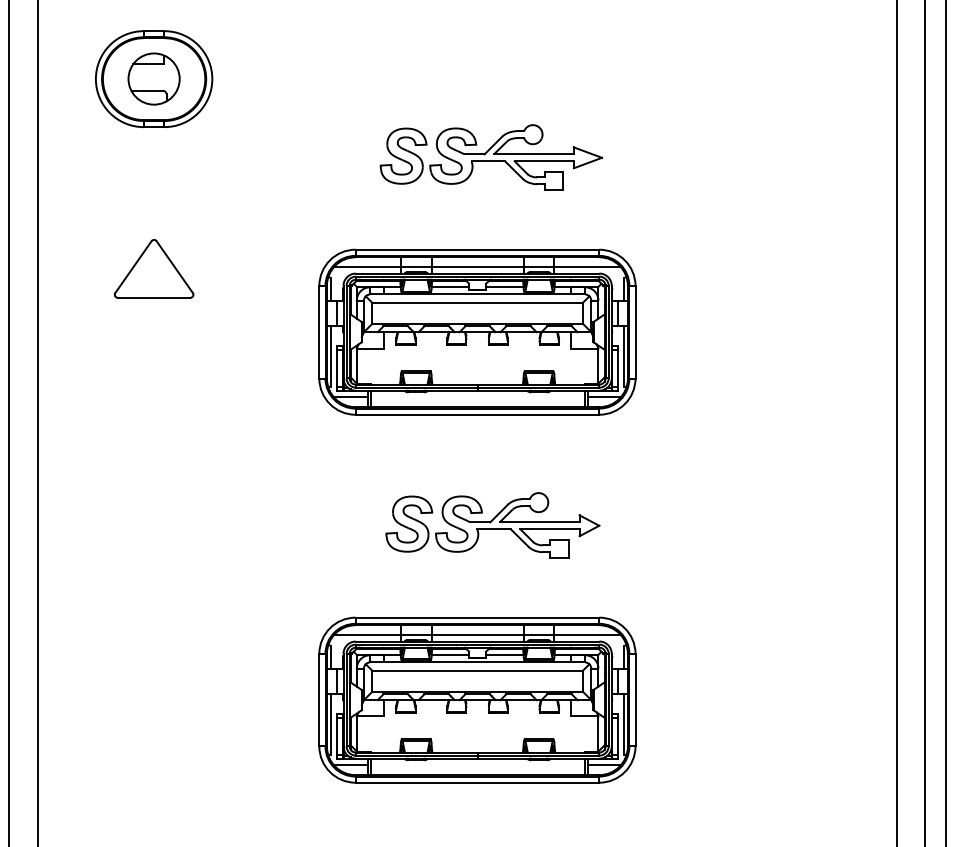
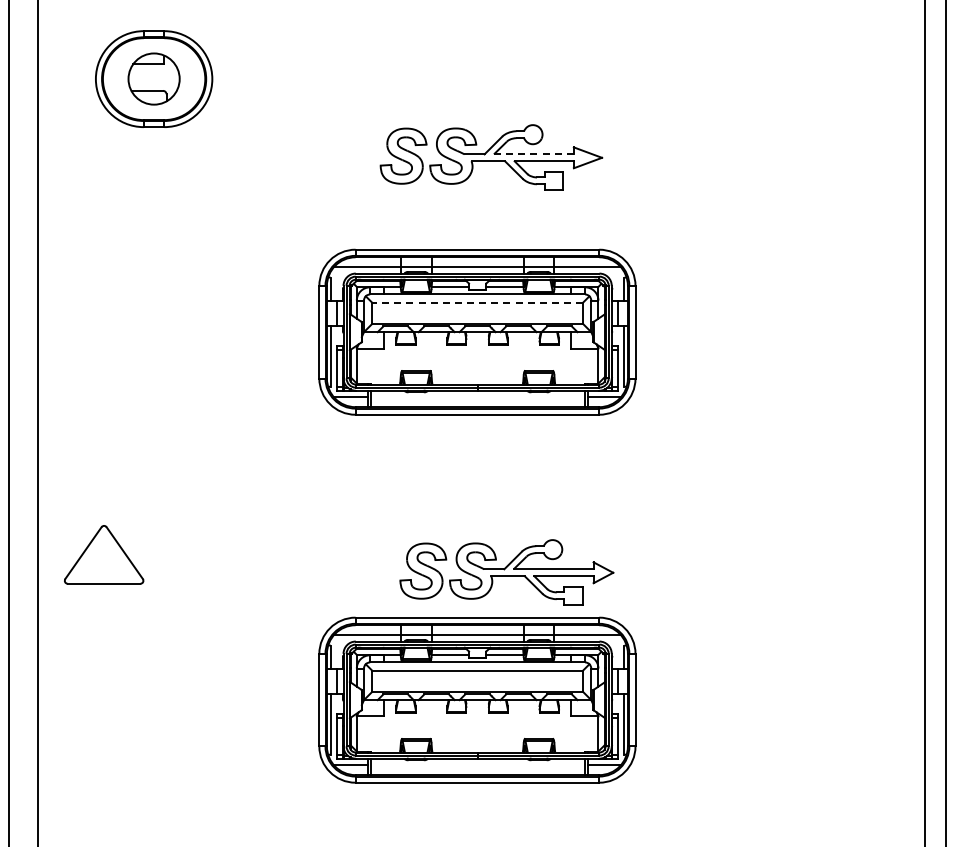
line at (533, 154): solid -> dashed
part at (154, 268) position: (154, 268) -> (104, 554)
line at (477, 302): solid -> dashed
line at (896, 422): present -> none
part at (492, 525) position: (492, 525) -> (506, 572)
